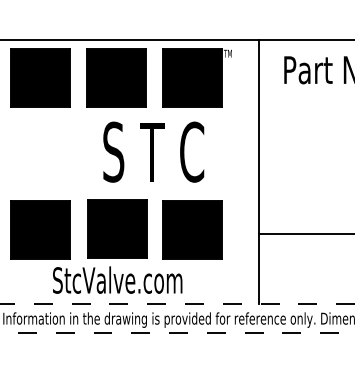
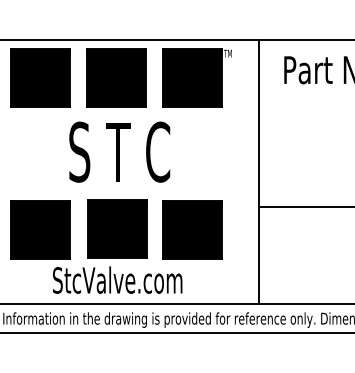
text at (153, 151) position: (153, 151) -> (119, 151)
line at (305, 233) position: (305, 233) -> (305, 206)
line at (177, 303): dashed -> solid
line at (177, 333): dashed -> solid
